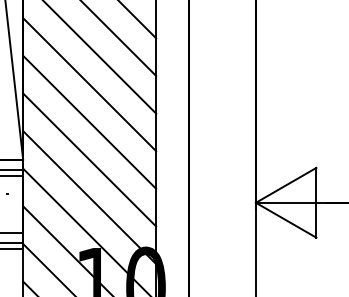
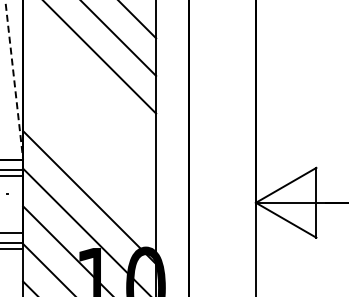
line at (14, 80): solid -> dashed
line at (89, 84): present -> none
line at (89, 121): present -> none
line at (89, 159): present -> none
